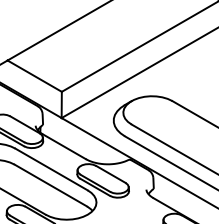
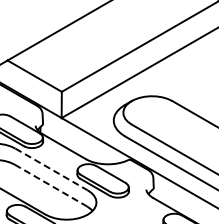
line at (51, 169): solid -> dashed
line at (50, 185): solid -> dashed
